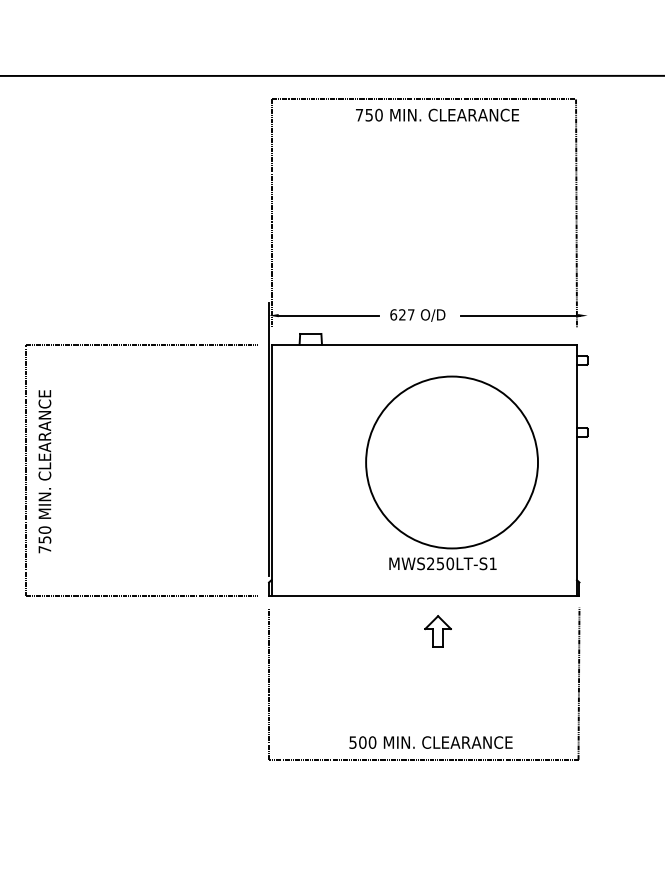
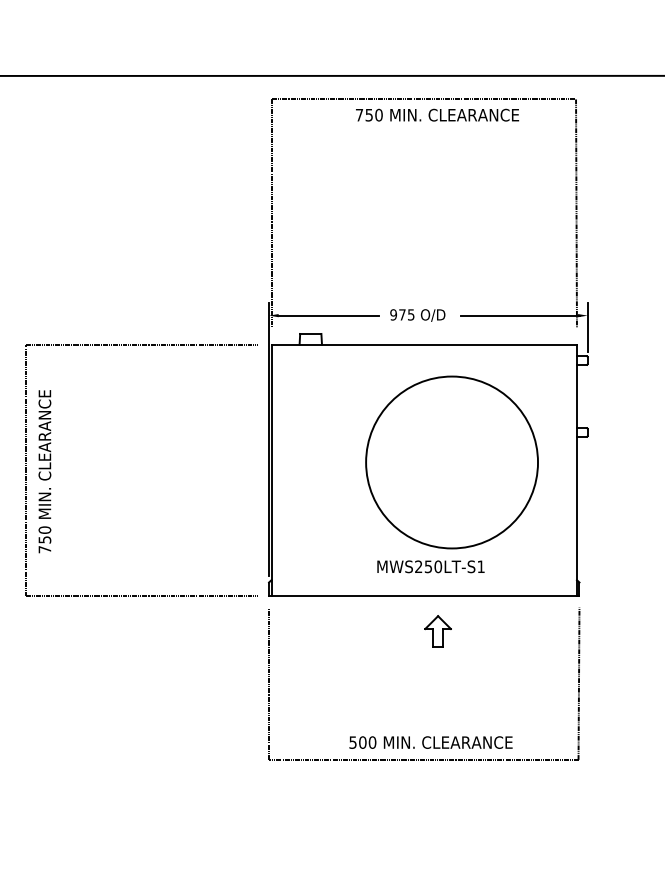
text at (402, 314): 627 -> 975
line at (587, 327): none -> present
text at (442, 563) position: (442, 563) -> (430, 566)
